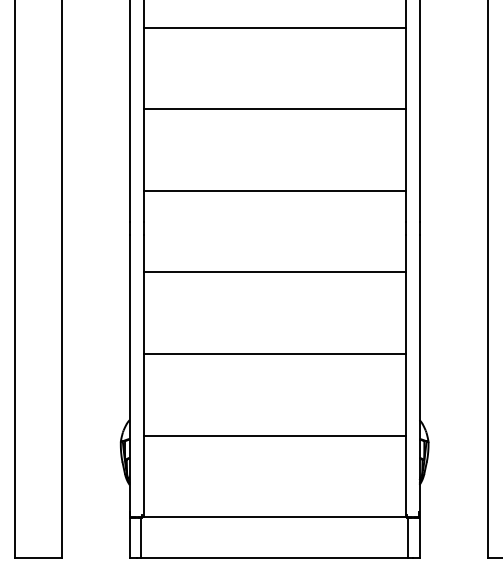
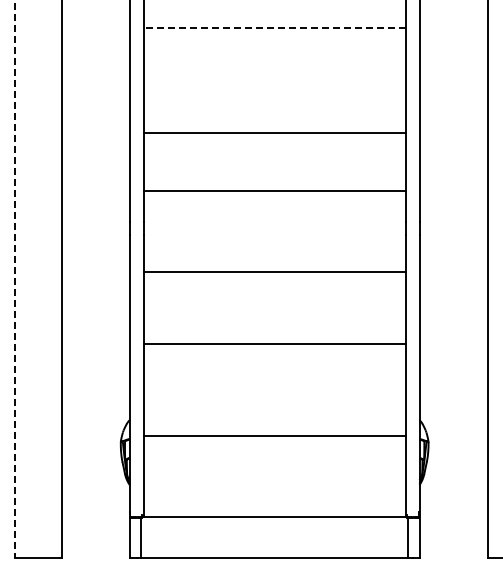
line at (274, 27): solid -> dashed
line at (274, 109) position: (274, 109) -> (274, 133)
line at (15, 278): solid -> dashed
line at (274, 354) position: (274, 354) -> (274, 344)
